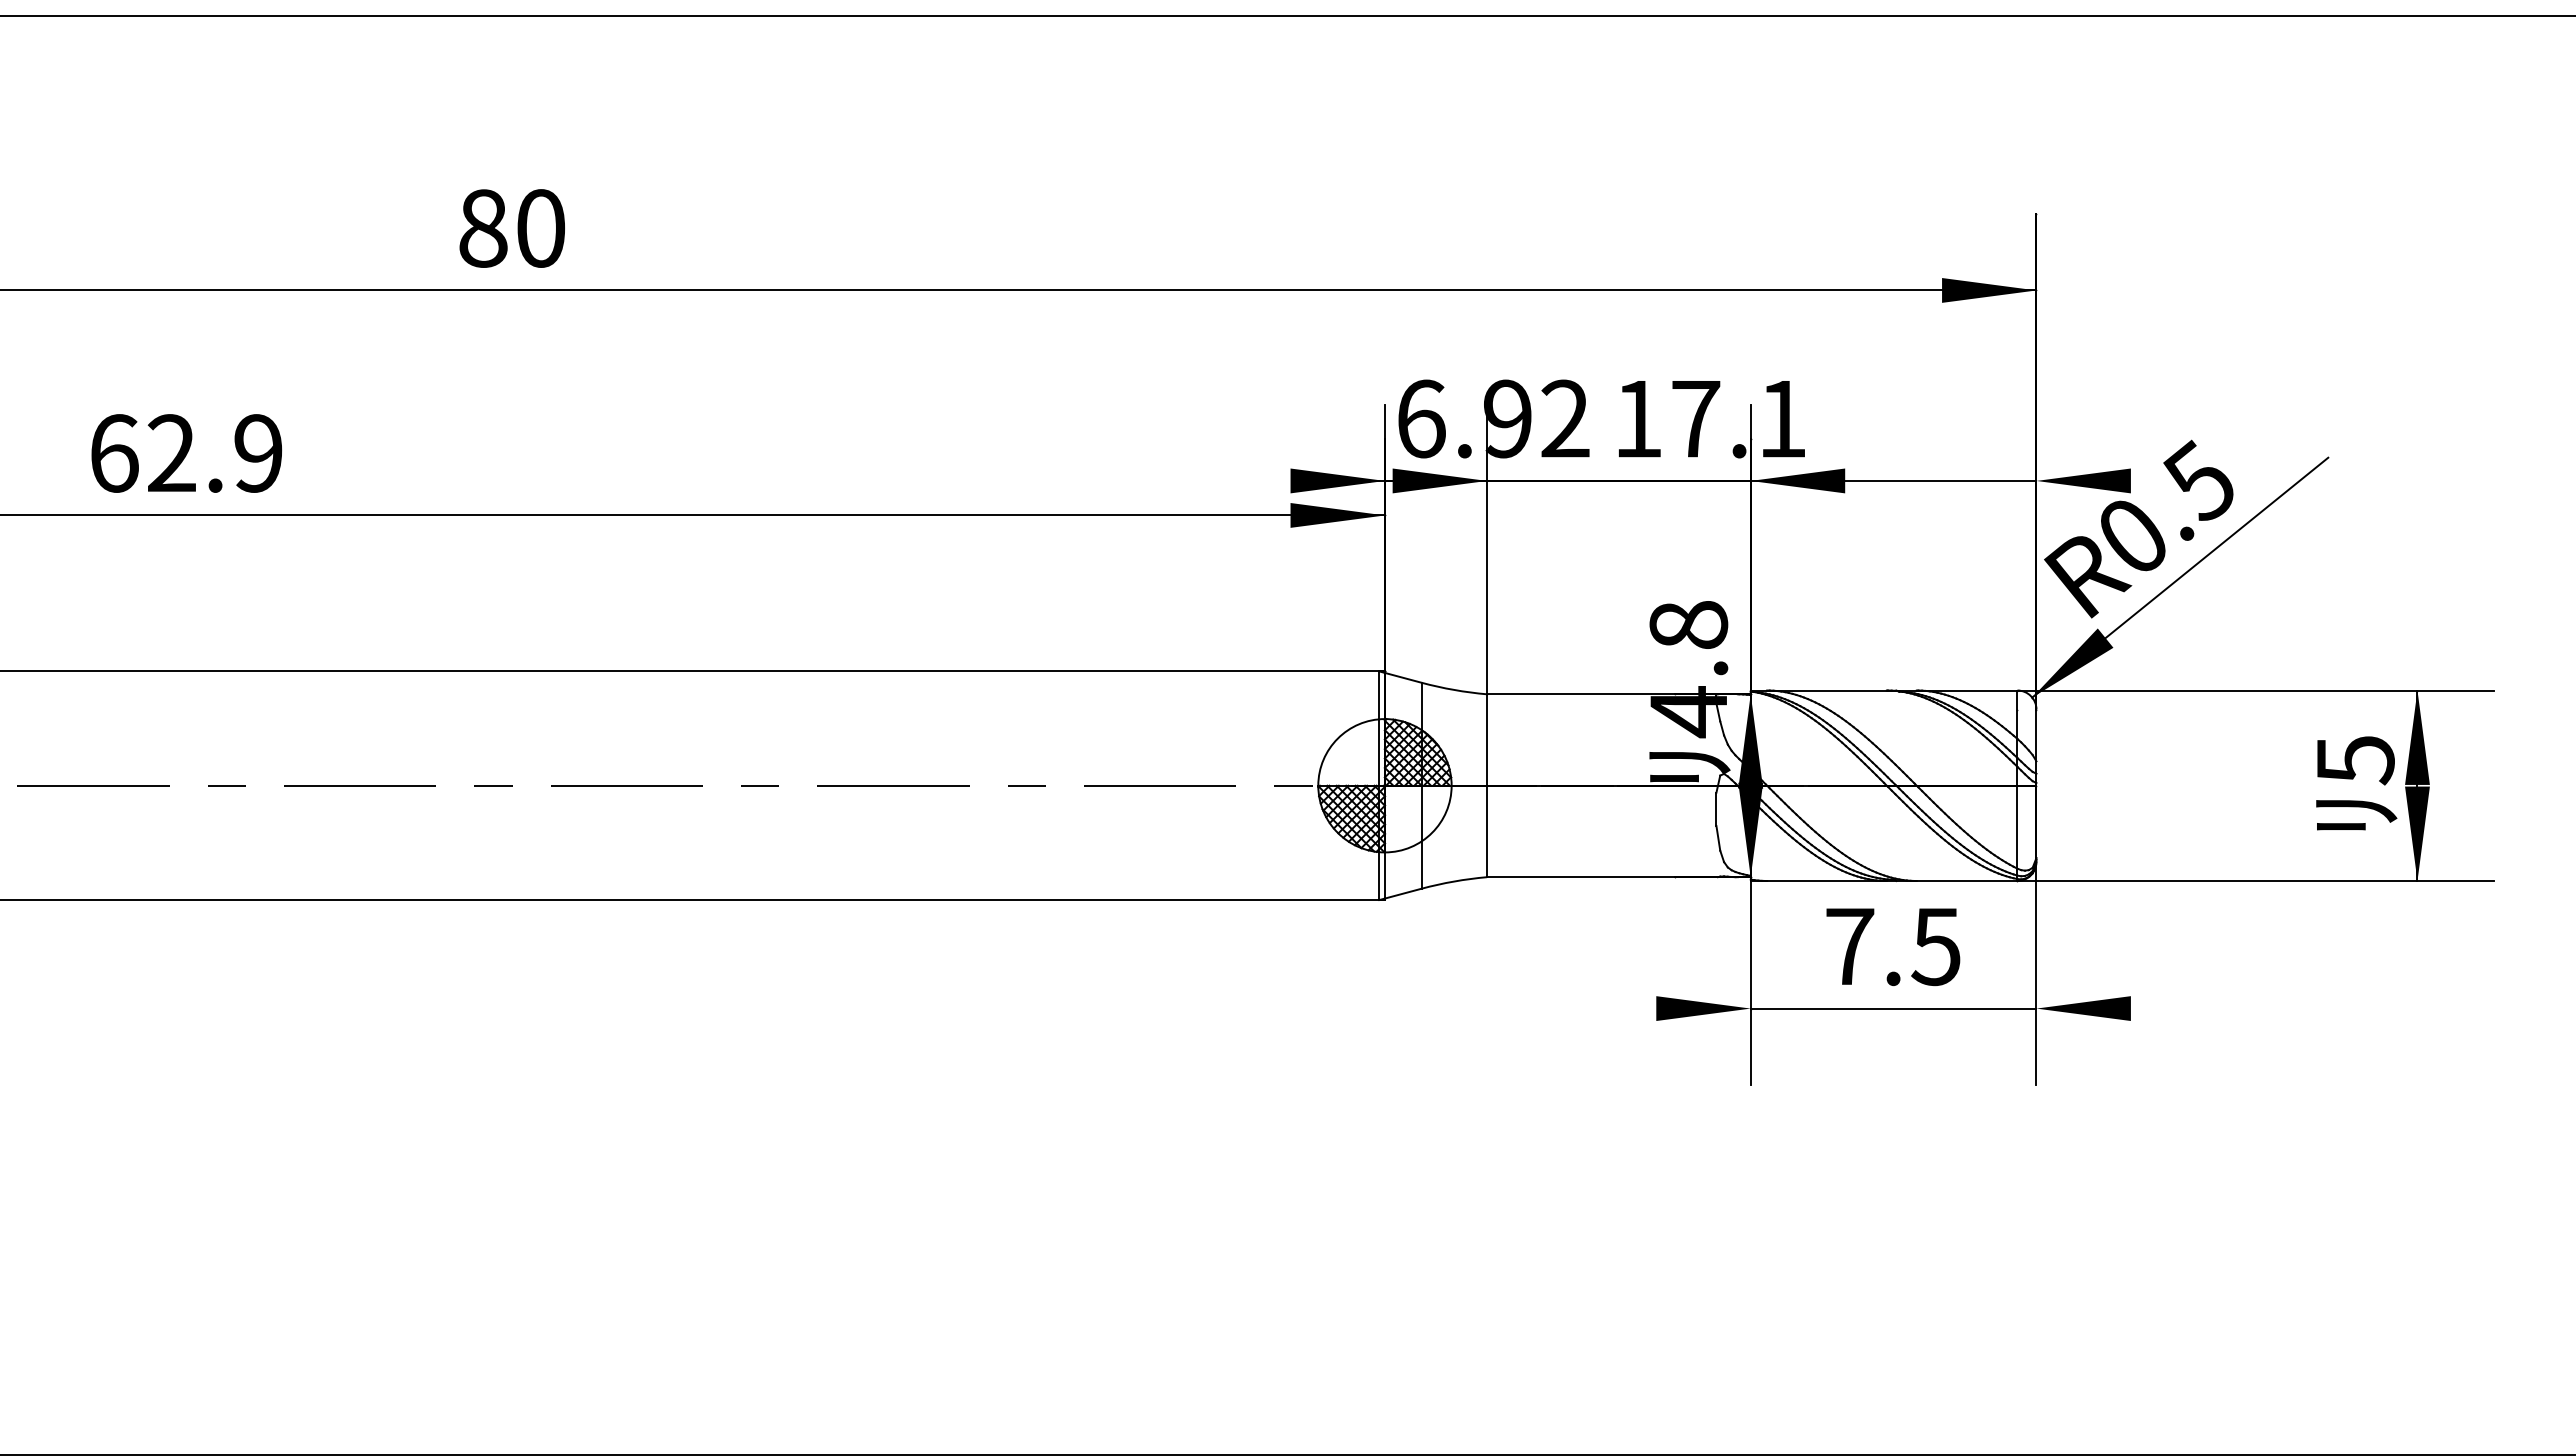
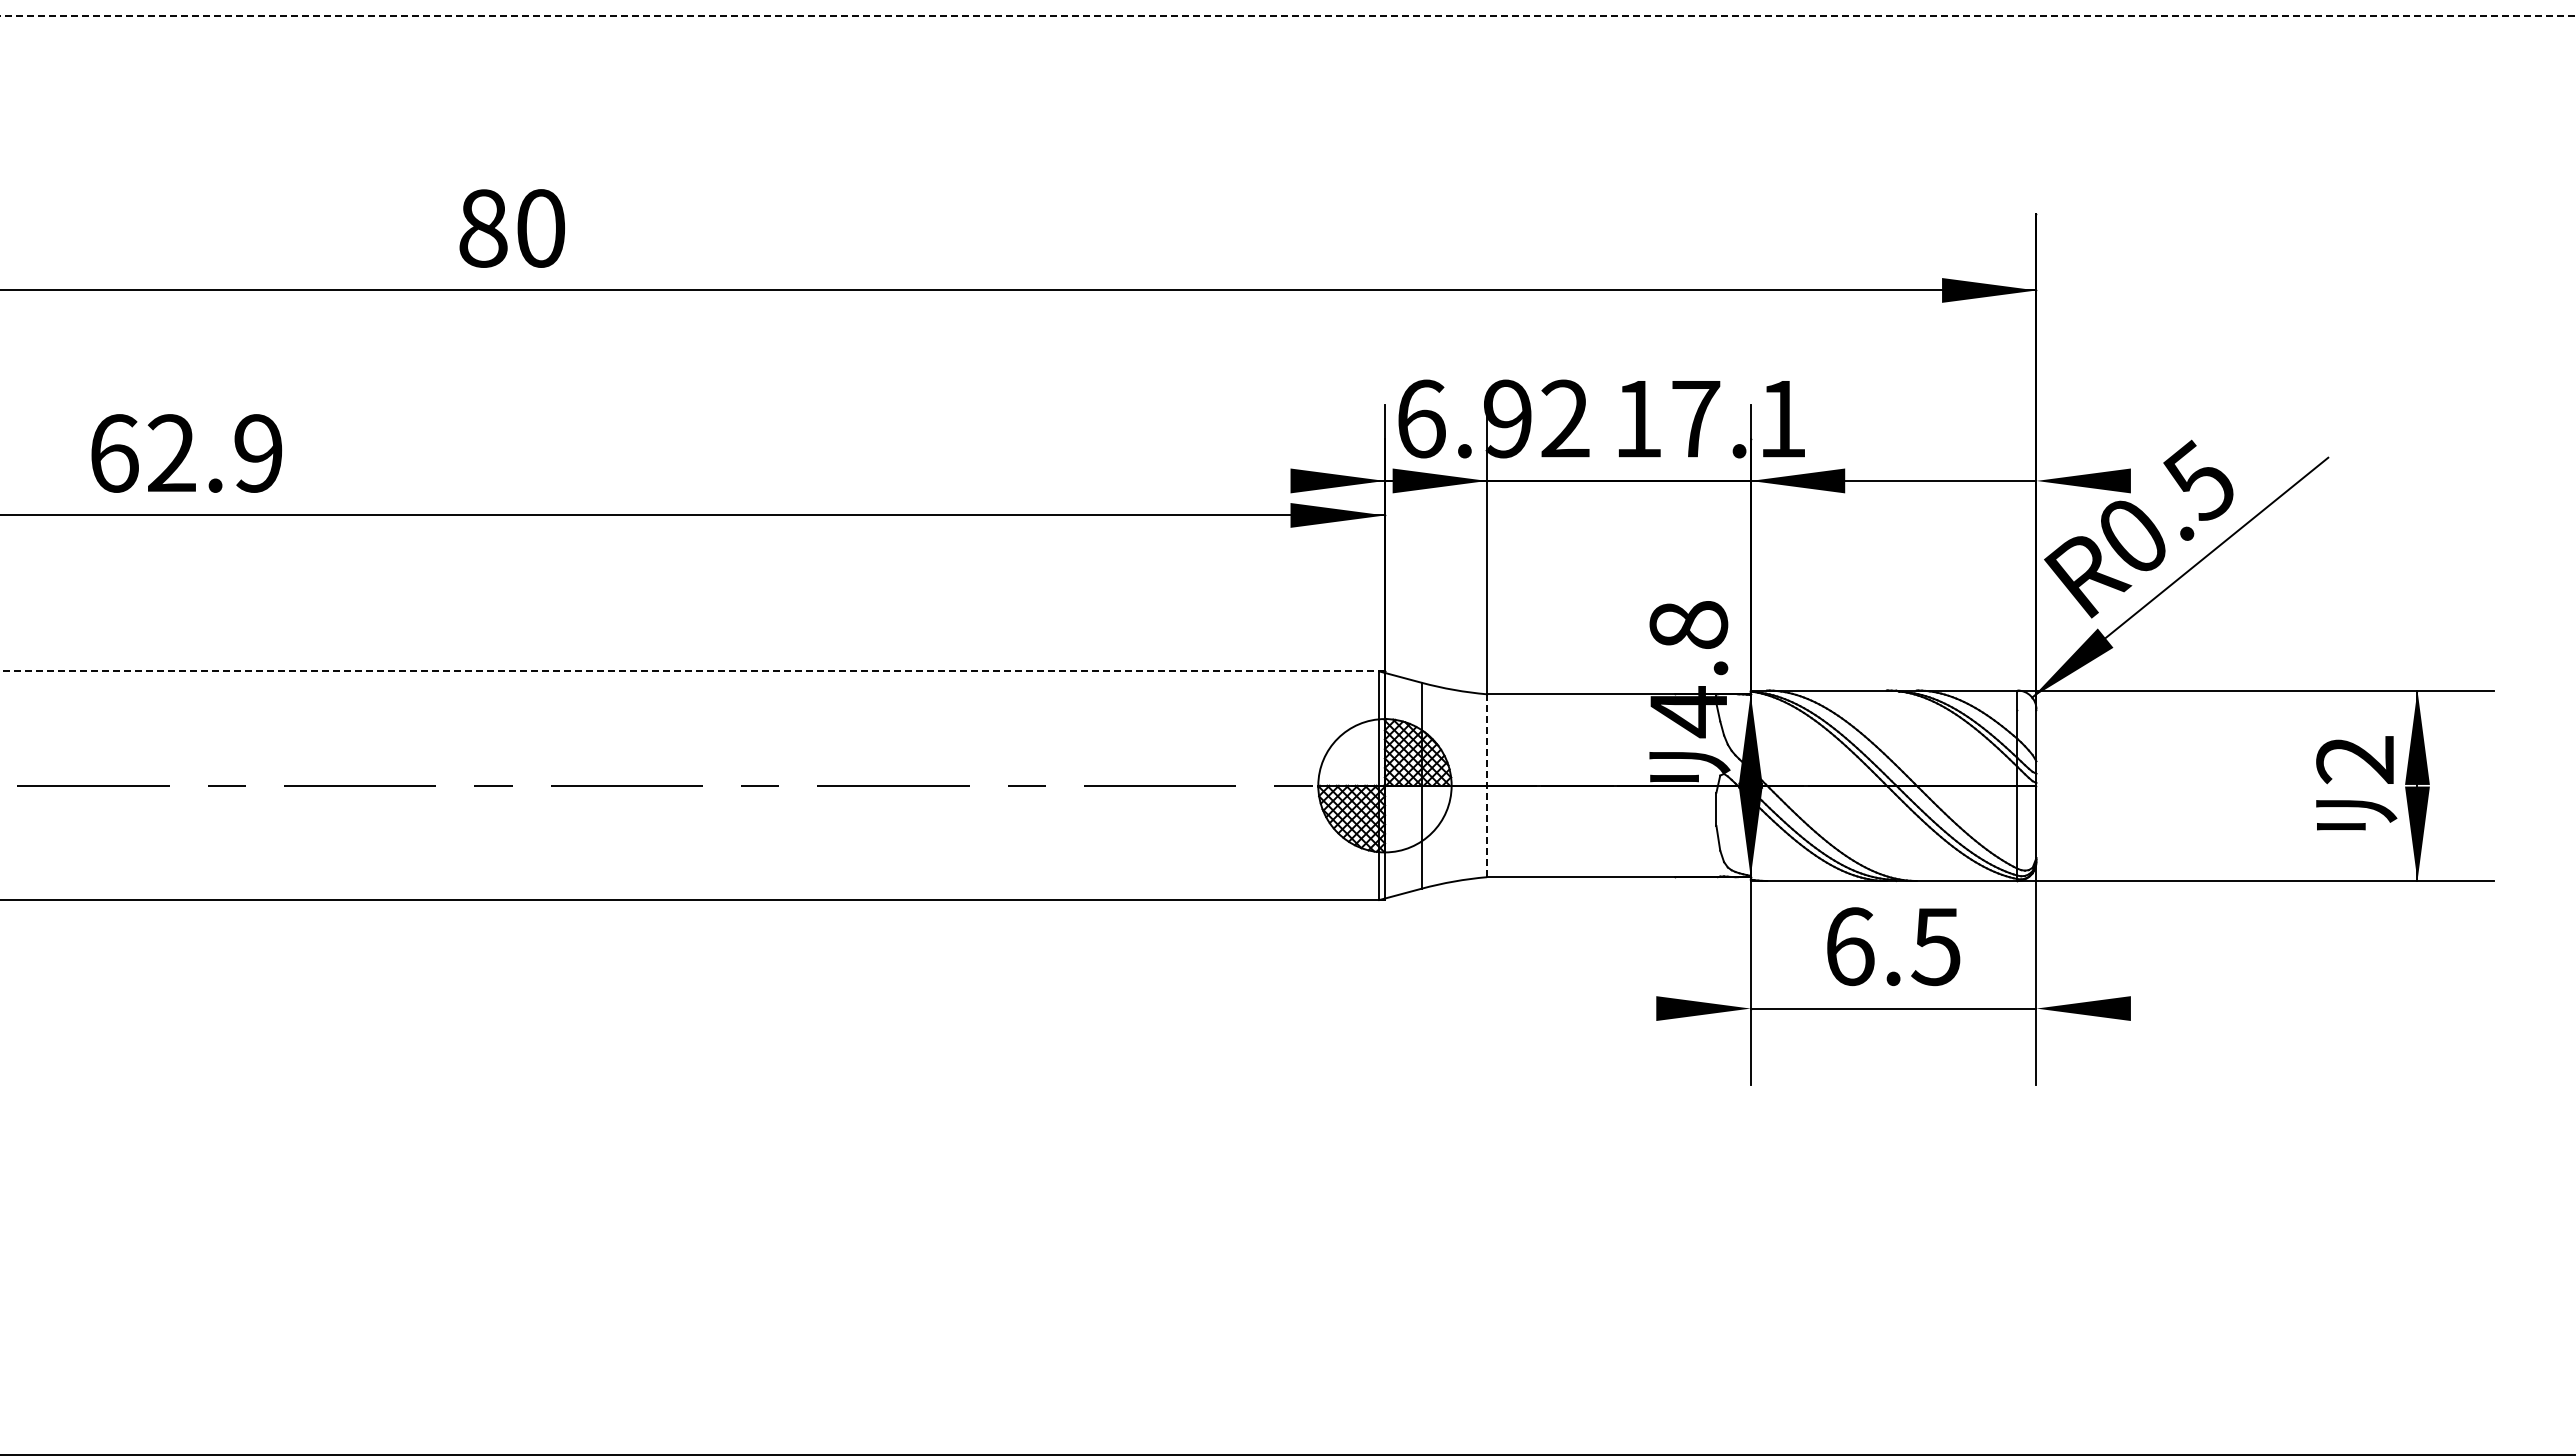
line at (1287, 16): solid -> dashed
line at (692, 671): solid -> dashed
text at (2355, 760): 5 -> 2
line at (1487, 785): solid -> dashed
text at (1850, 946): 7.5 -> 6.5
